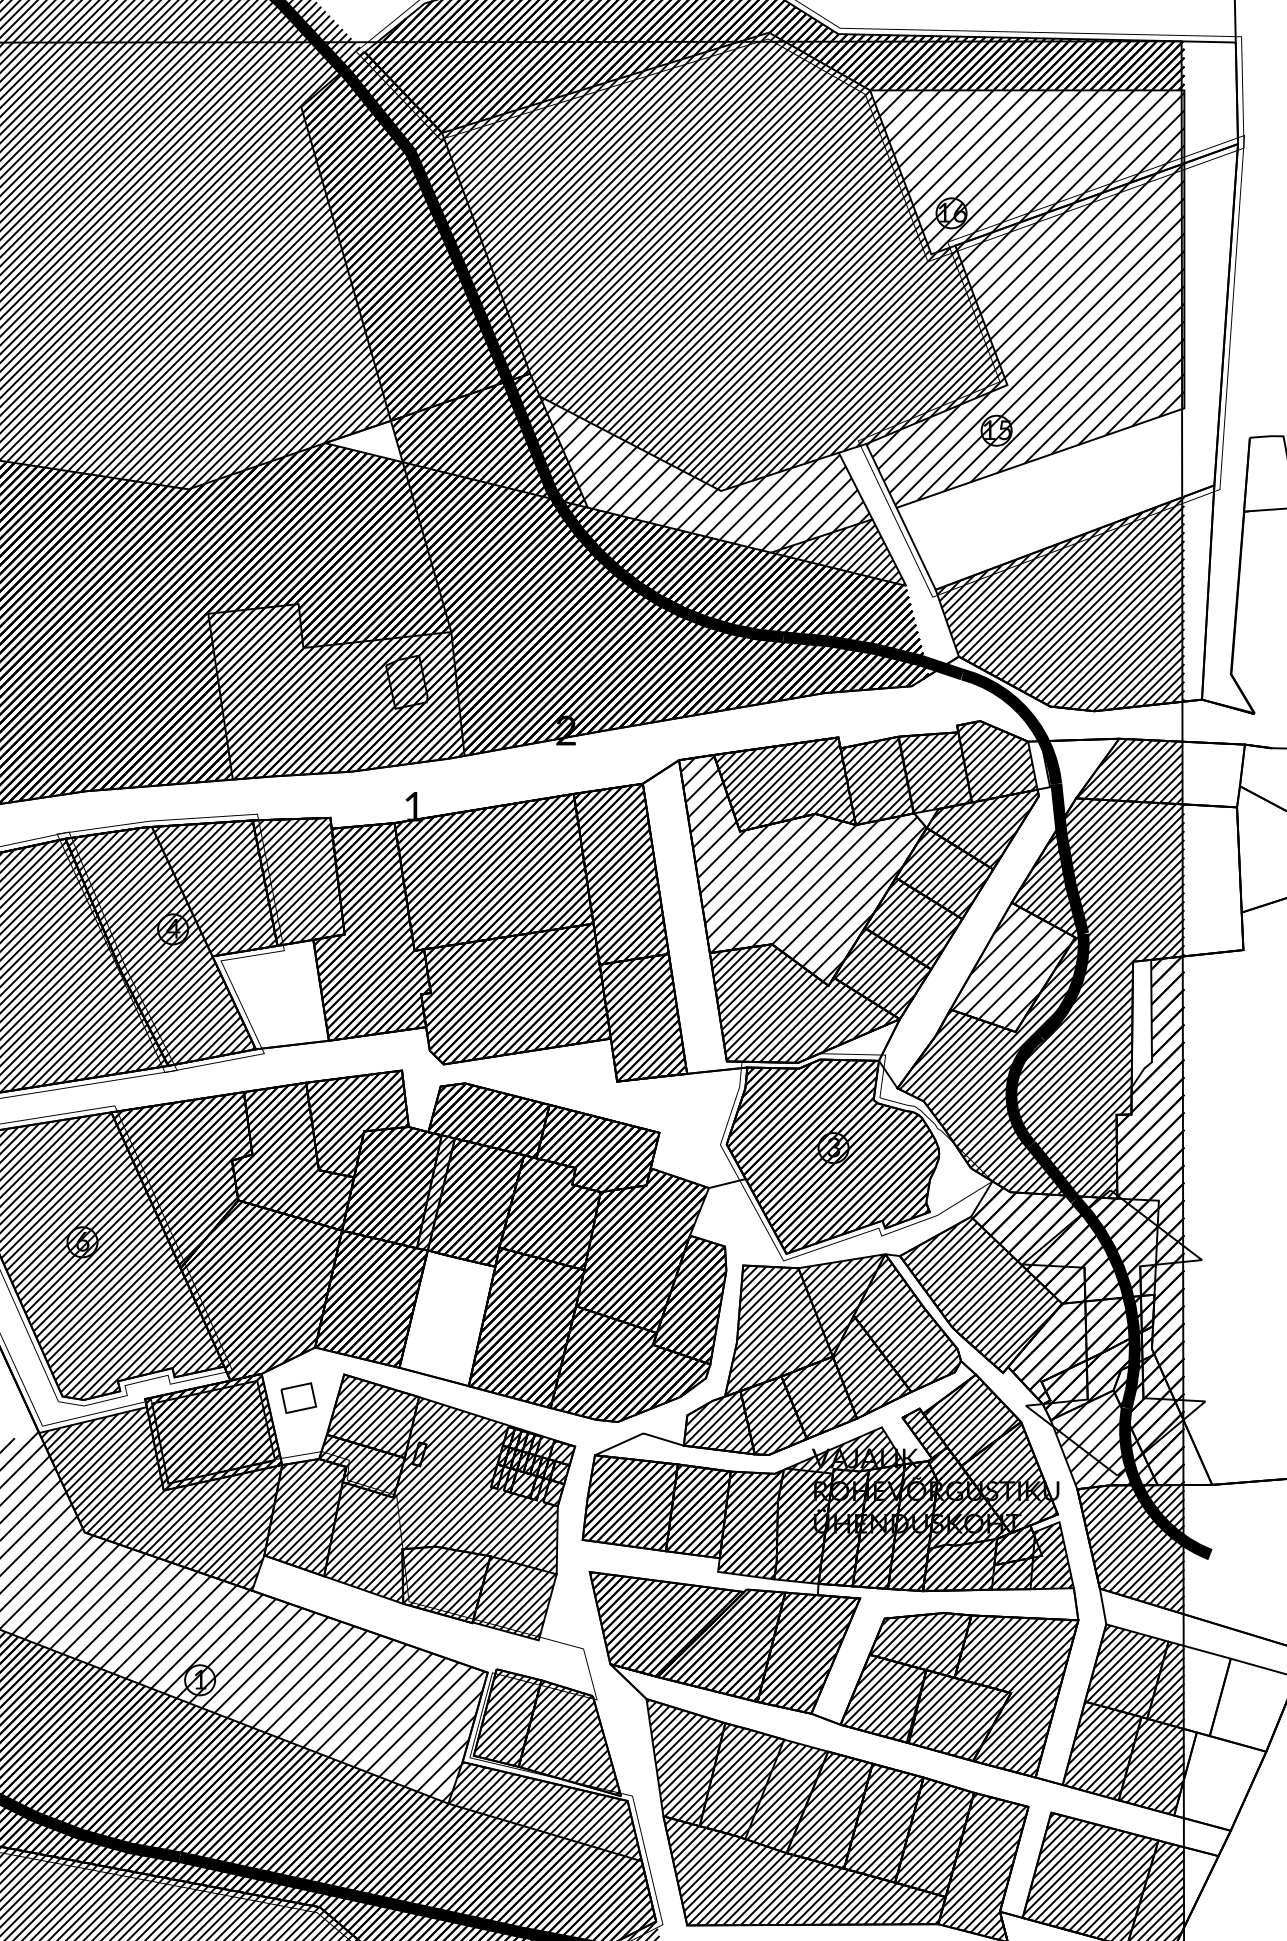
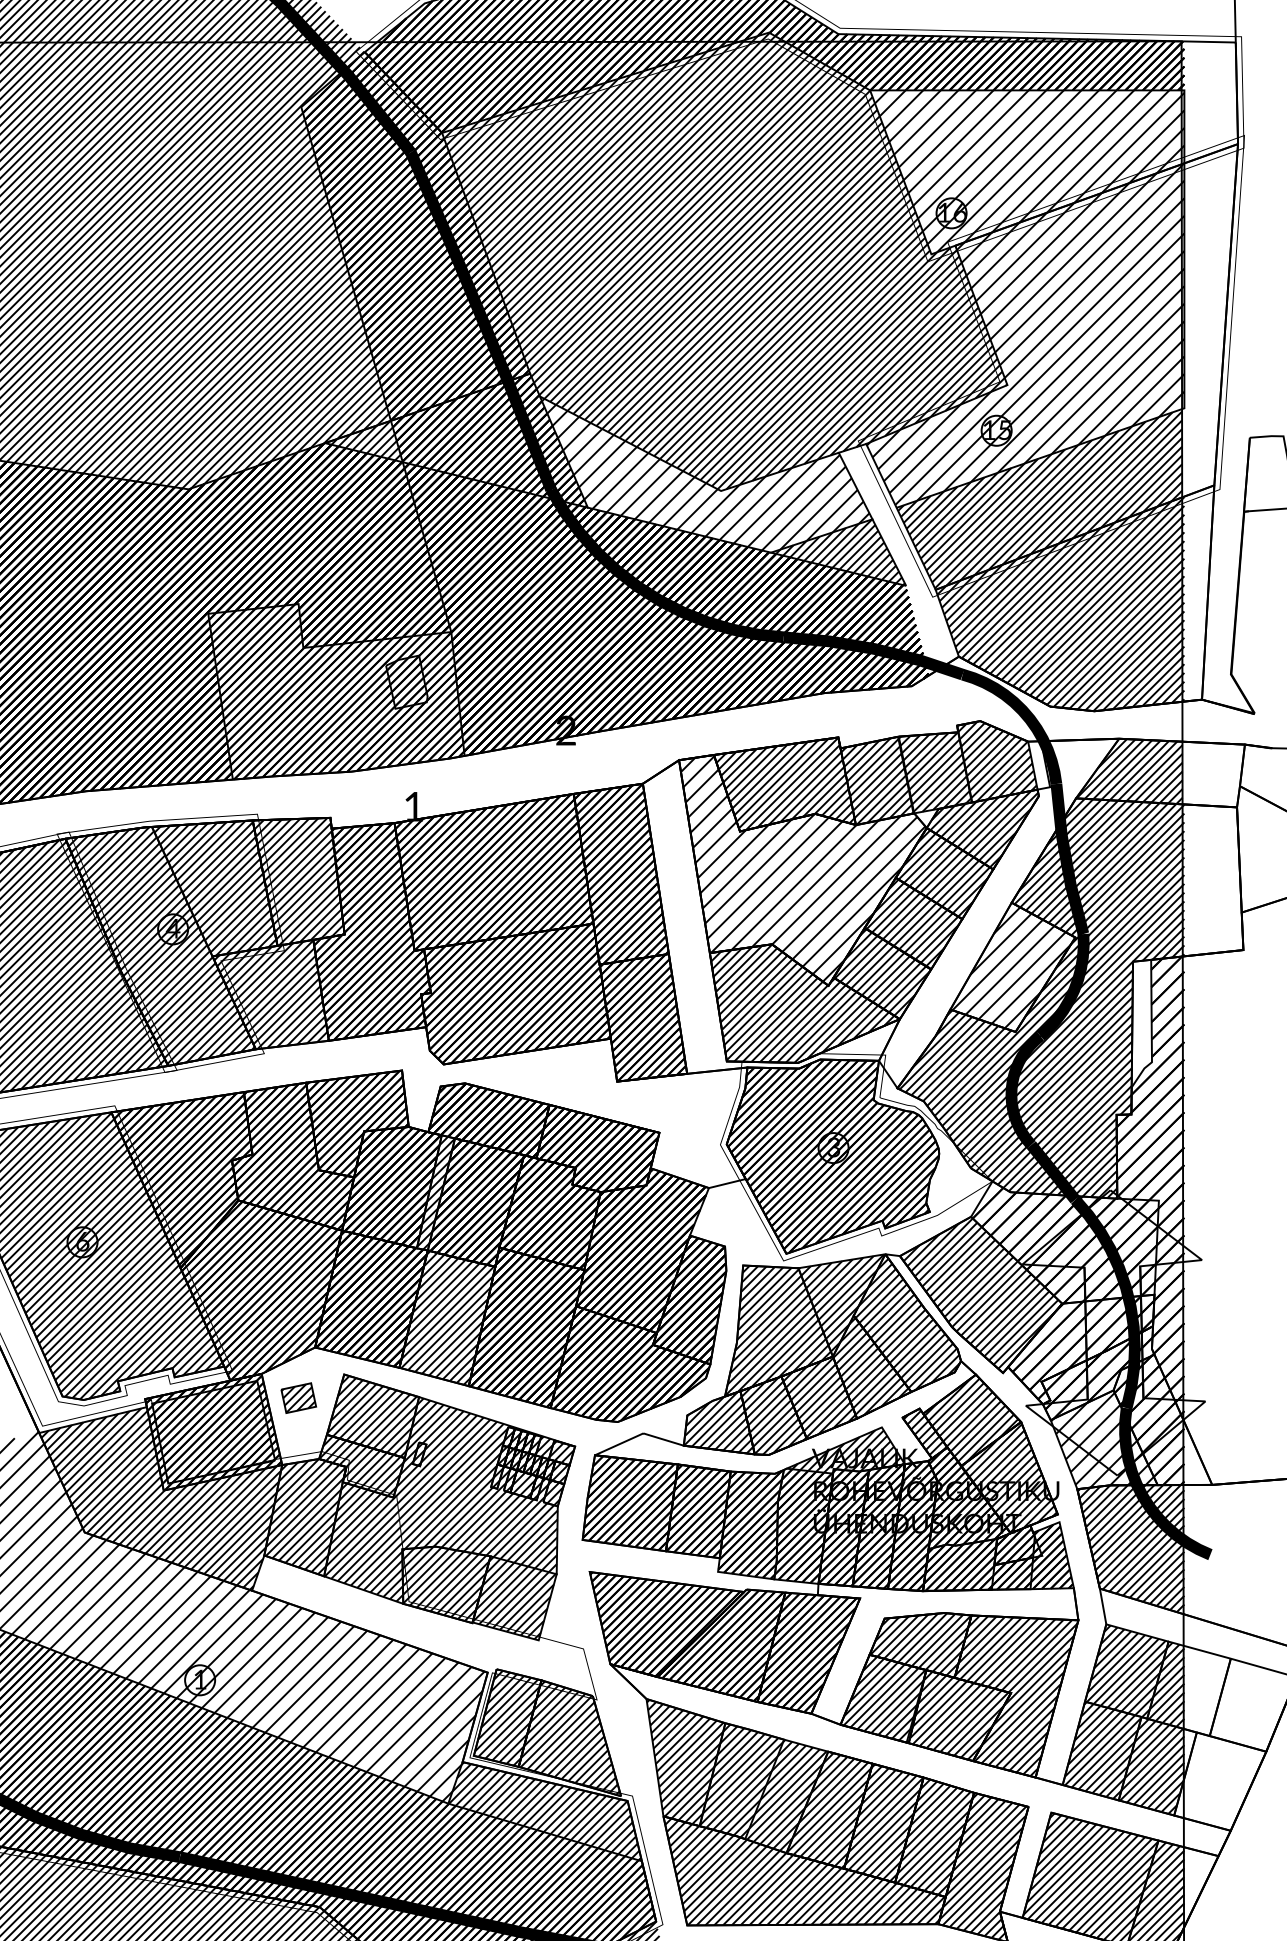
hatch at (366, 441): none -> present
hatch at (1040, 499): none -> present
hatch at (271, 994): none -> present
hatch at (447, 1317): none -> present
hatch at (298, 1398): none -> present
